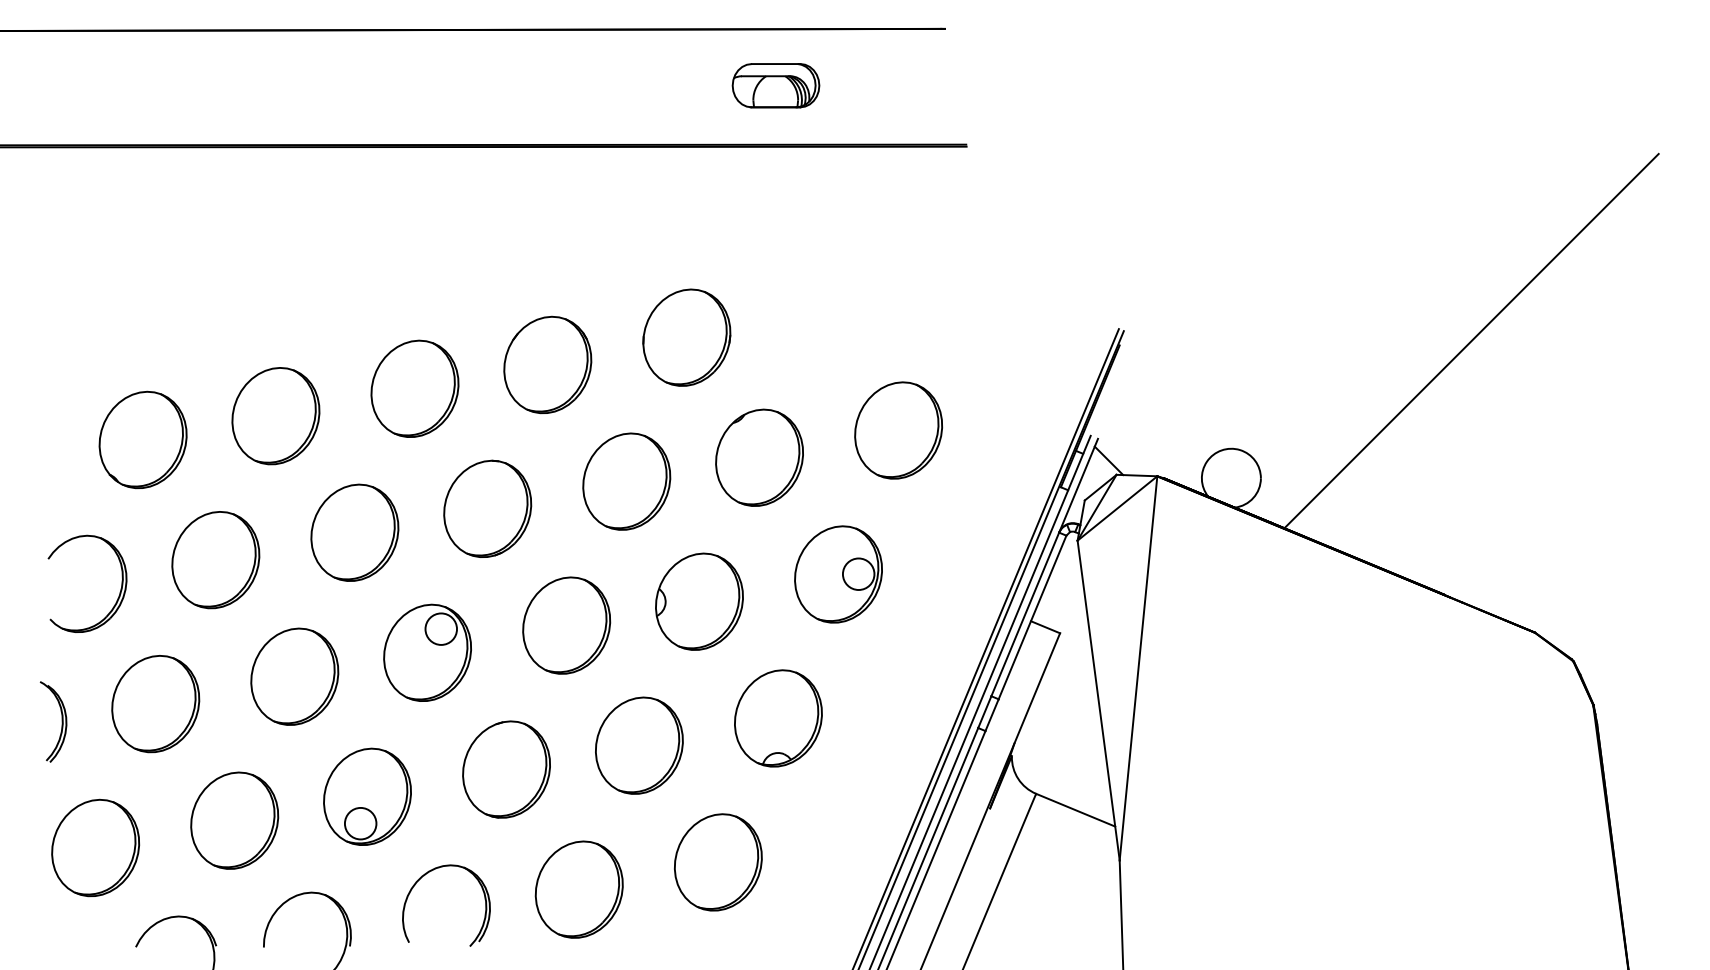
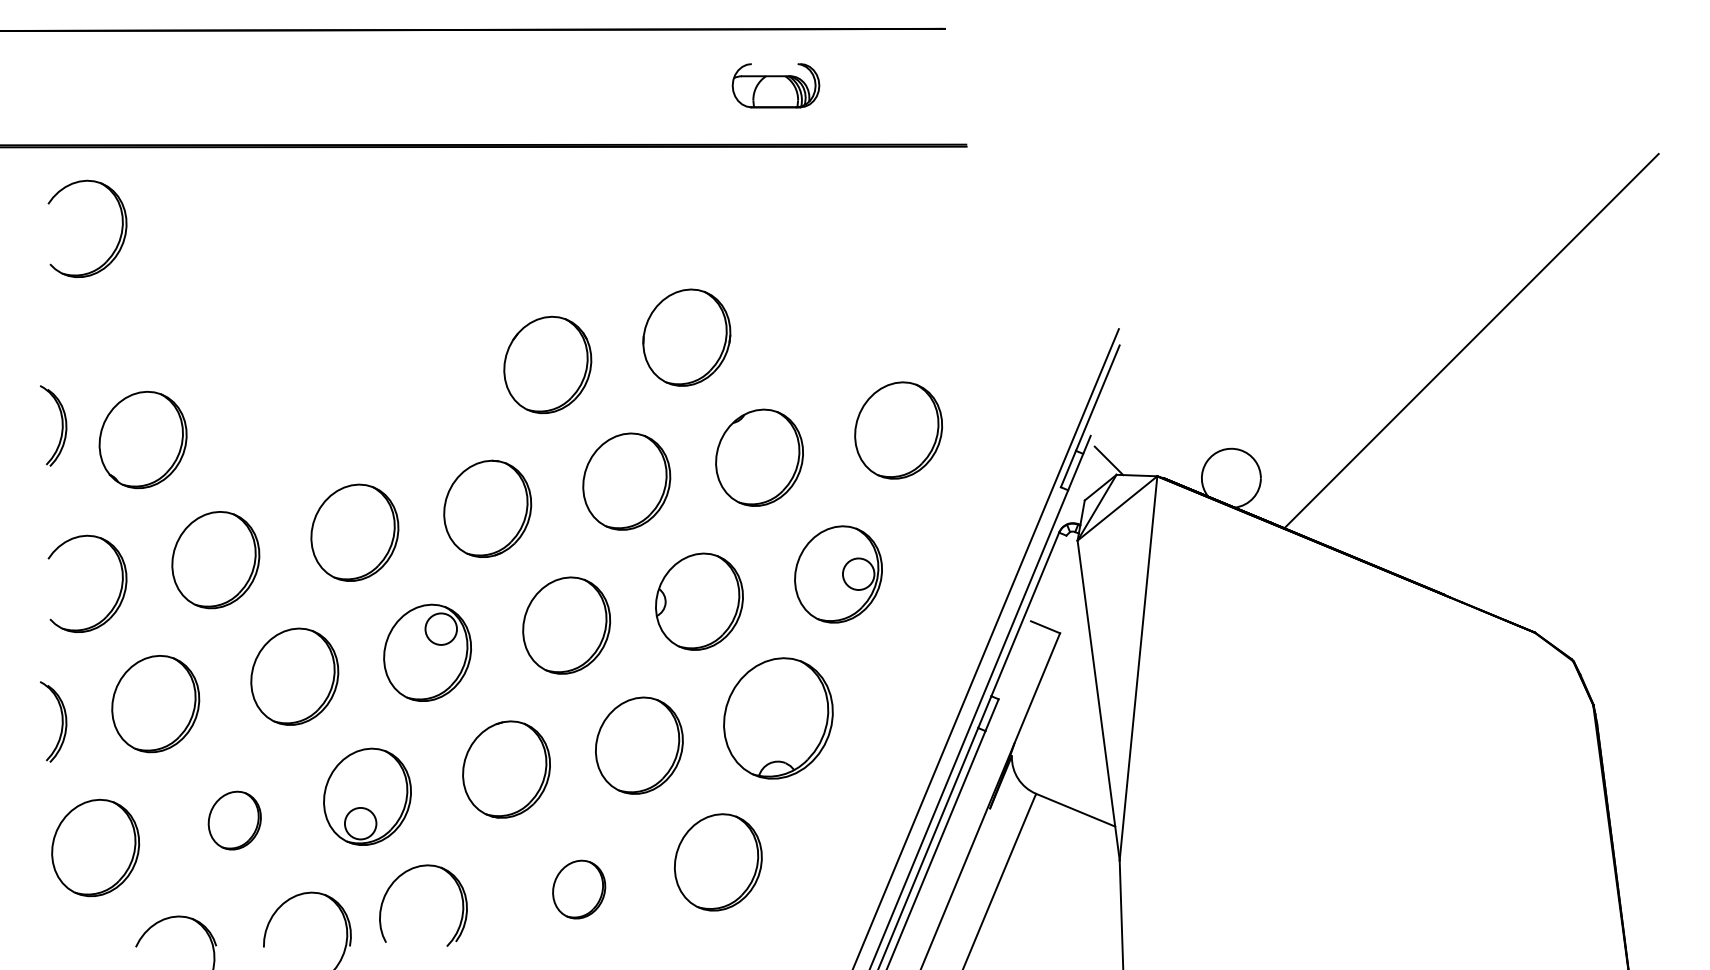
line at (775, 64): present -> none
part at (119, 237): none -> present
part at (414, 388): present -> none
part at (275, 416): present -> none
part at (61, 425): none -> present
line at (1078, 485): present -> none
line at (1032, 617): present -> none
line at (991, 648): present -> none
part at (778, 718) size: 89x99 px -> 111x123 px
part at (234, 820) size: 90x99 px -> 55x61 px
part at (424, 876) position: (424, 876) -> (401, 876)
part at (578, 889) size: 90x99 px -> 55x61 px
